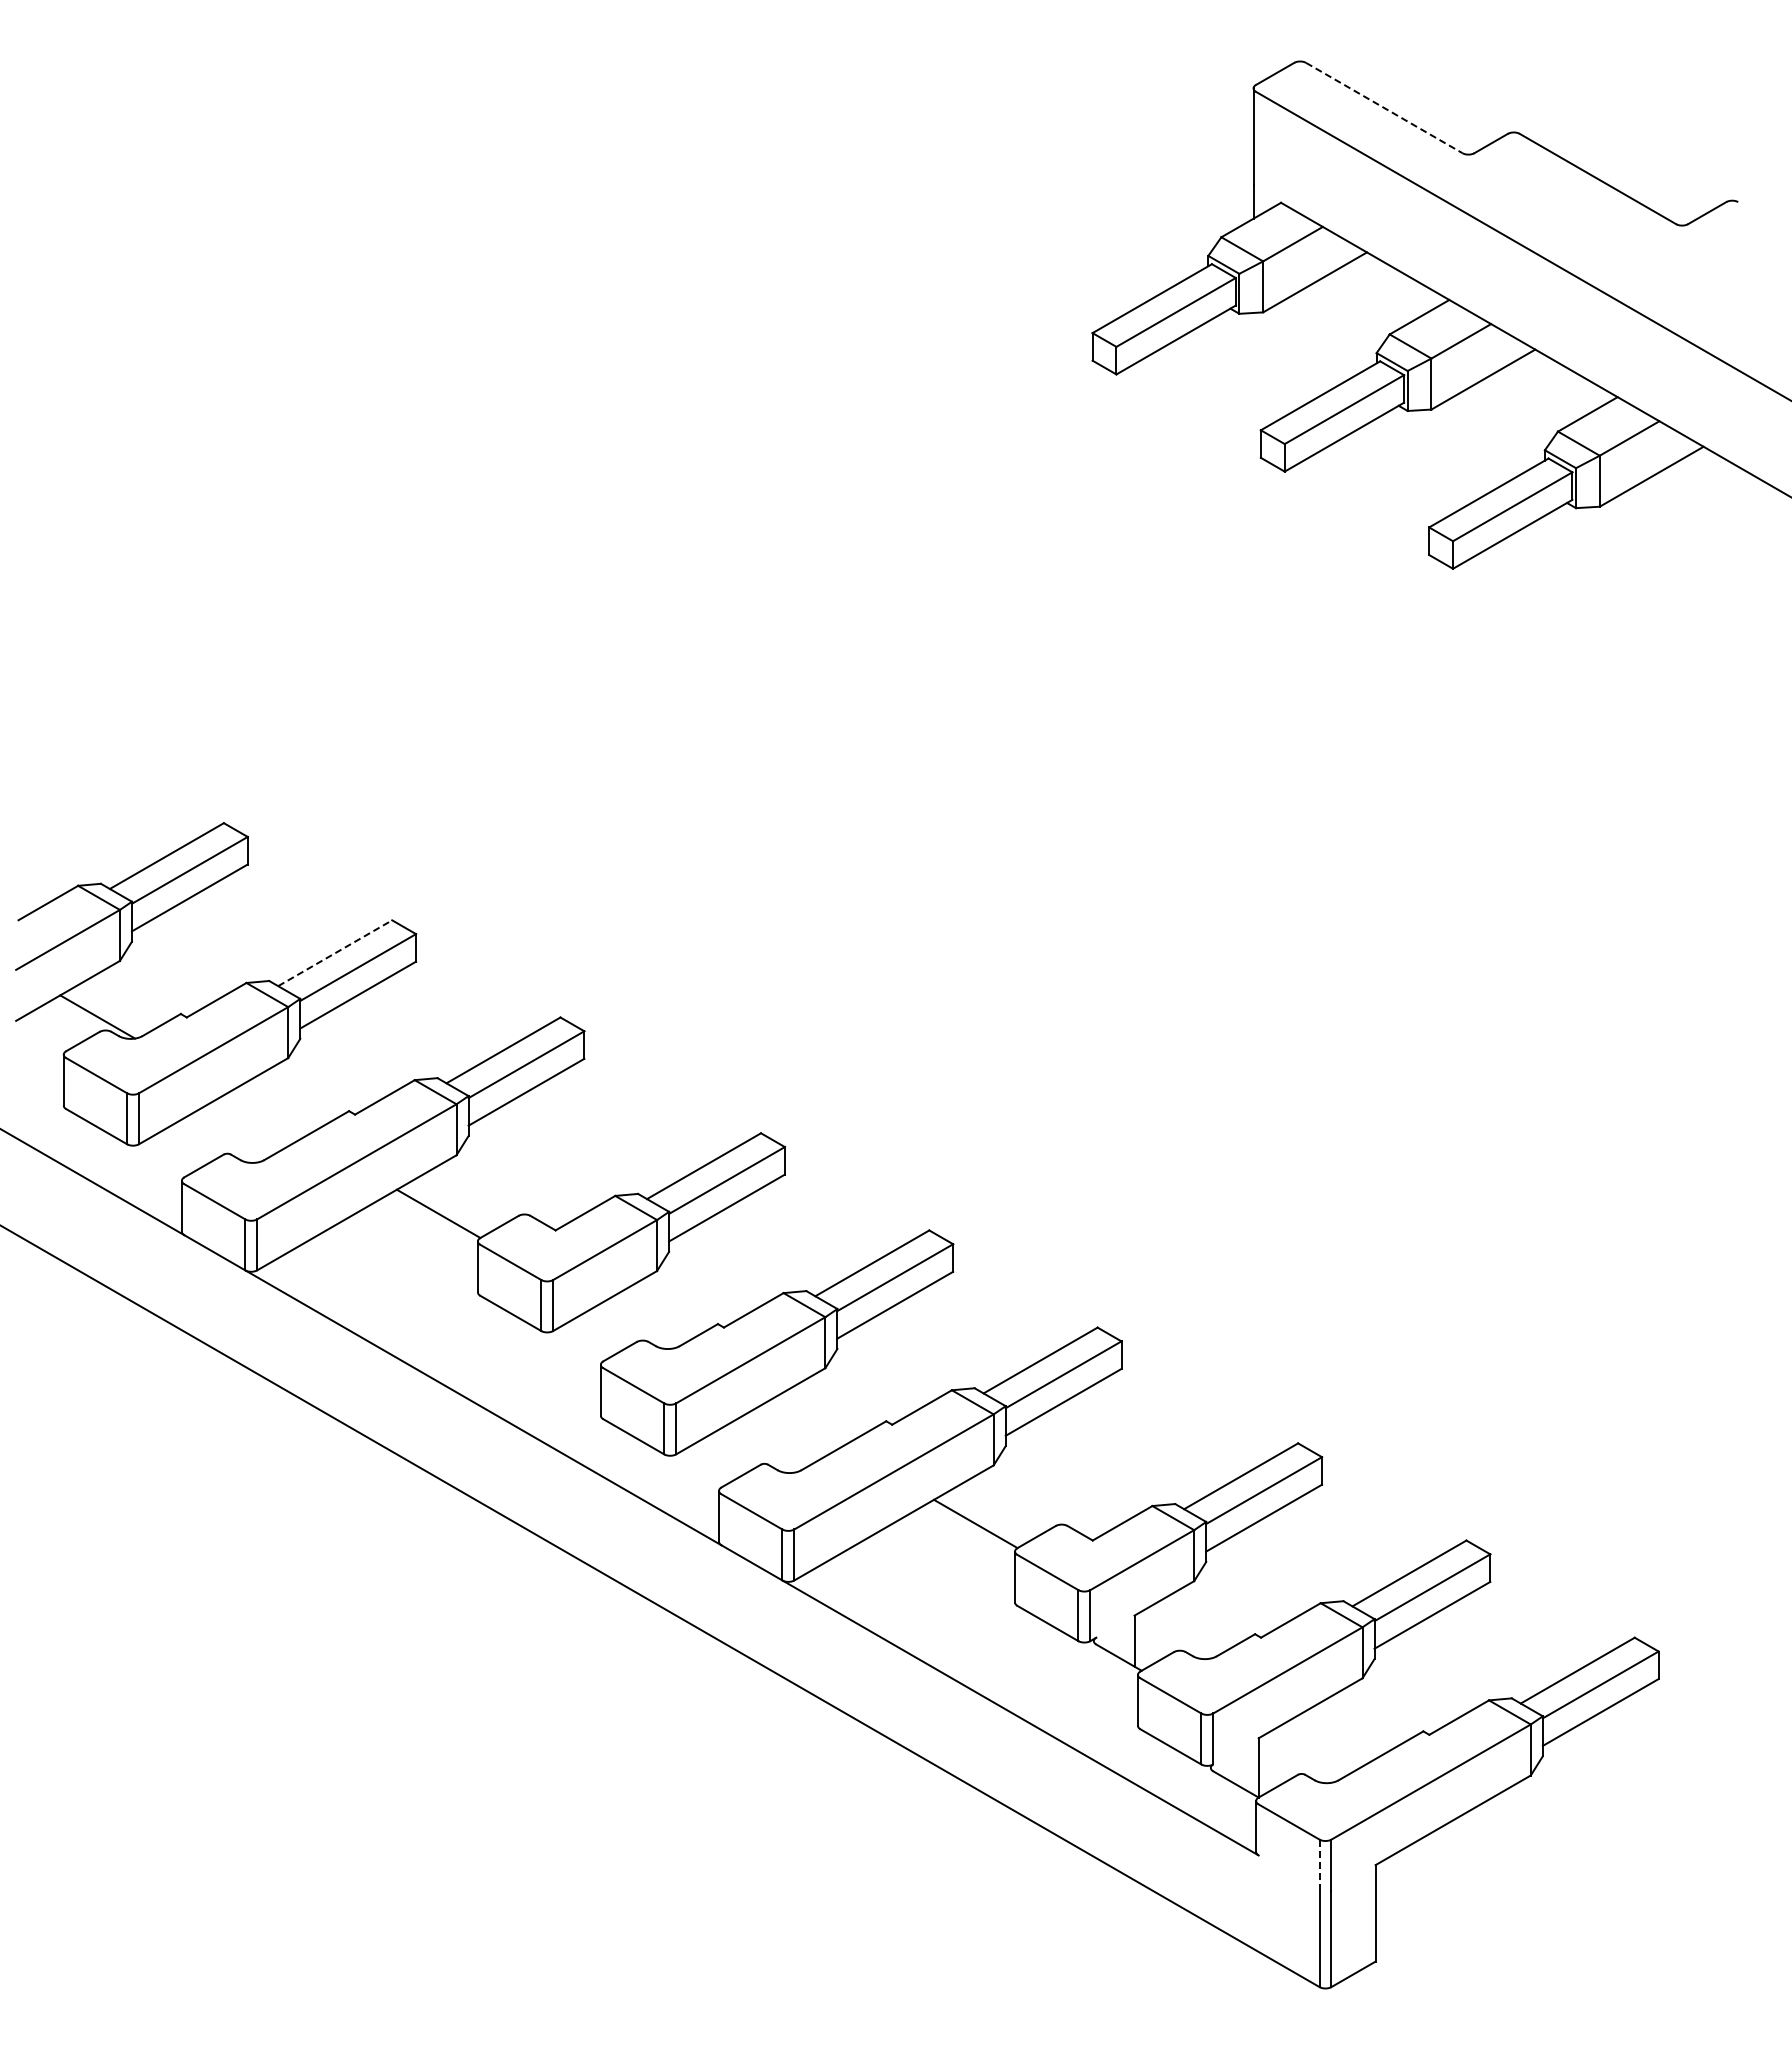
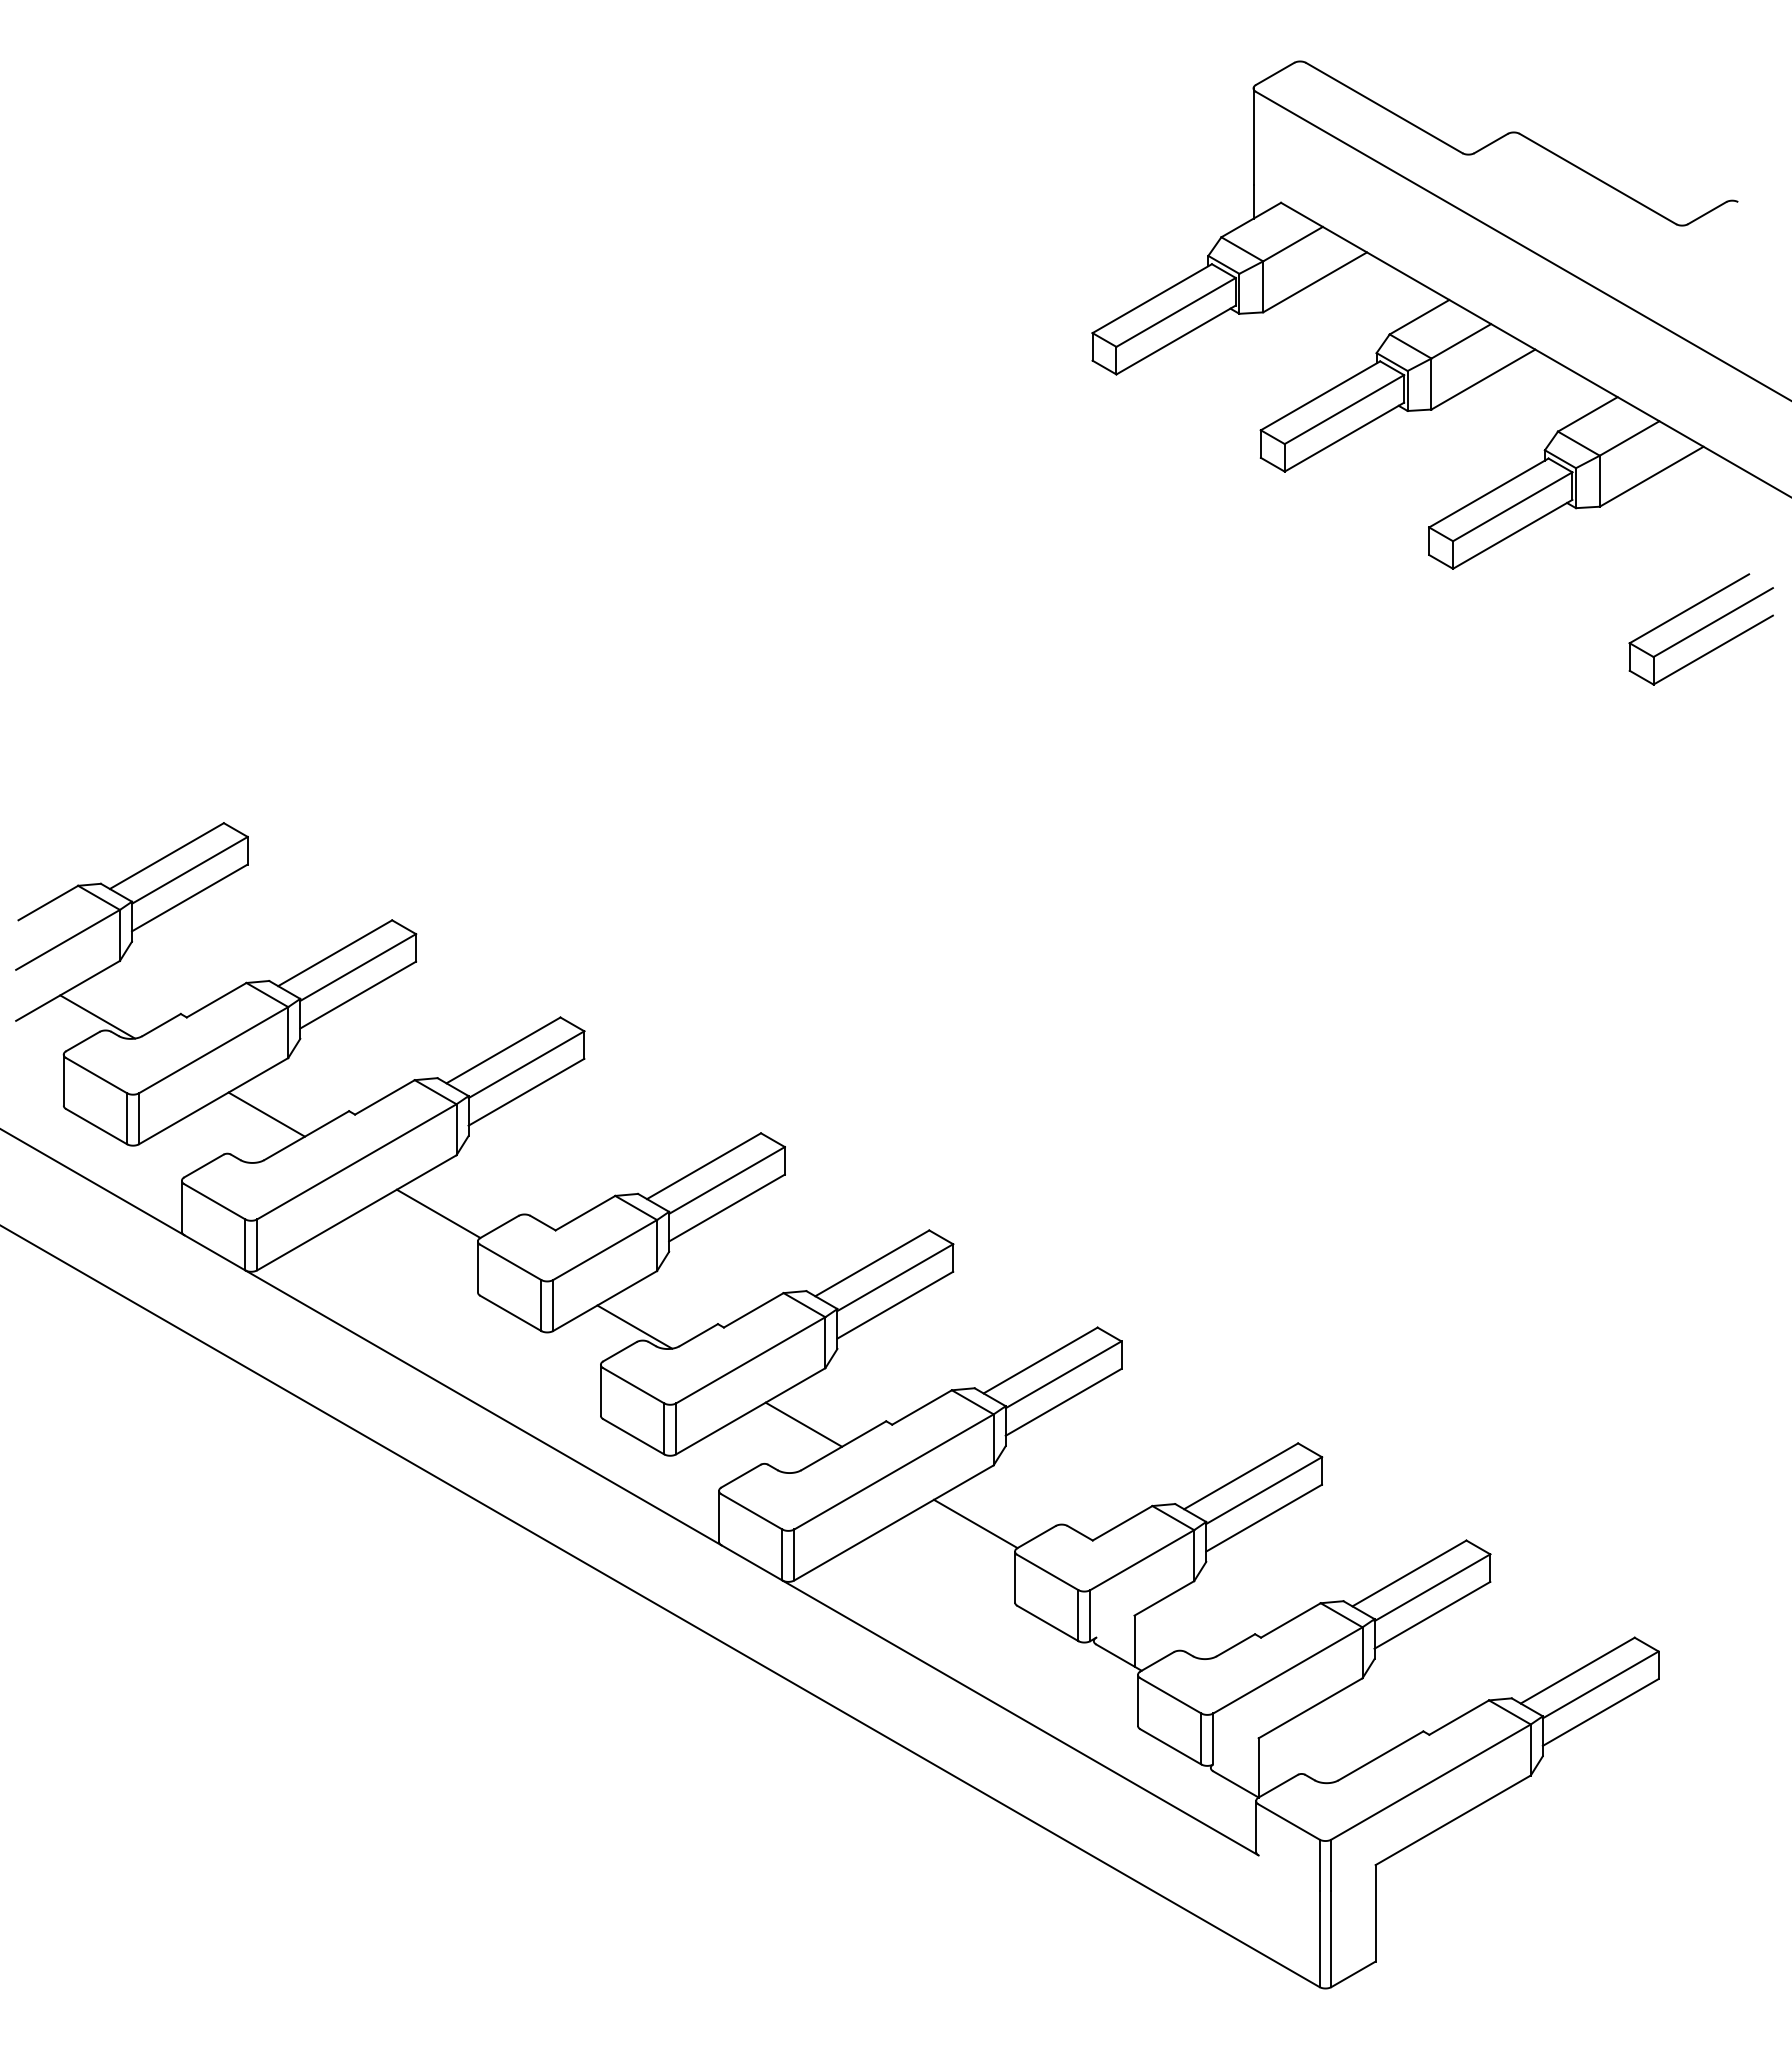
line at (1384, 108): dashed -> solid
part at (1700, 629): none -> present
line at (335, 953): dashed -> solid
line at (266, 1114): none -> present
line at (634, 1326): none -> present
line at (803, 1424): none -> present
line at (1319, 1864): dashed -> solid
